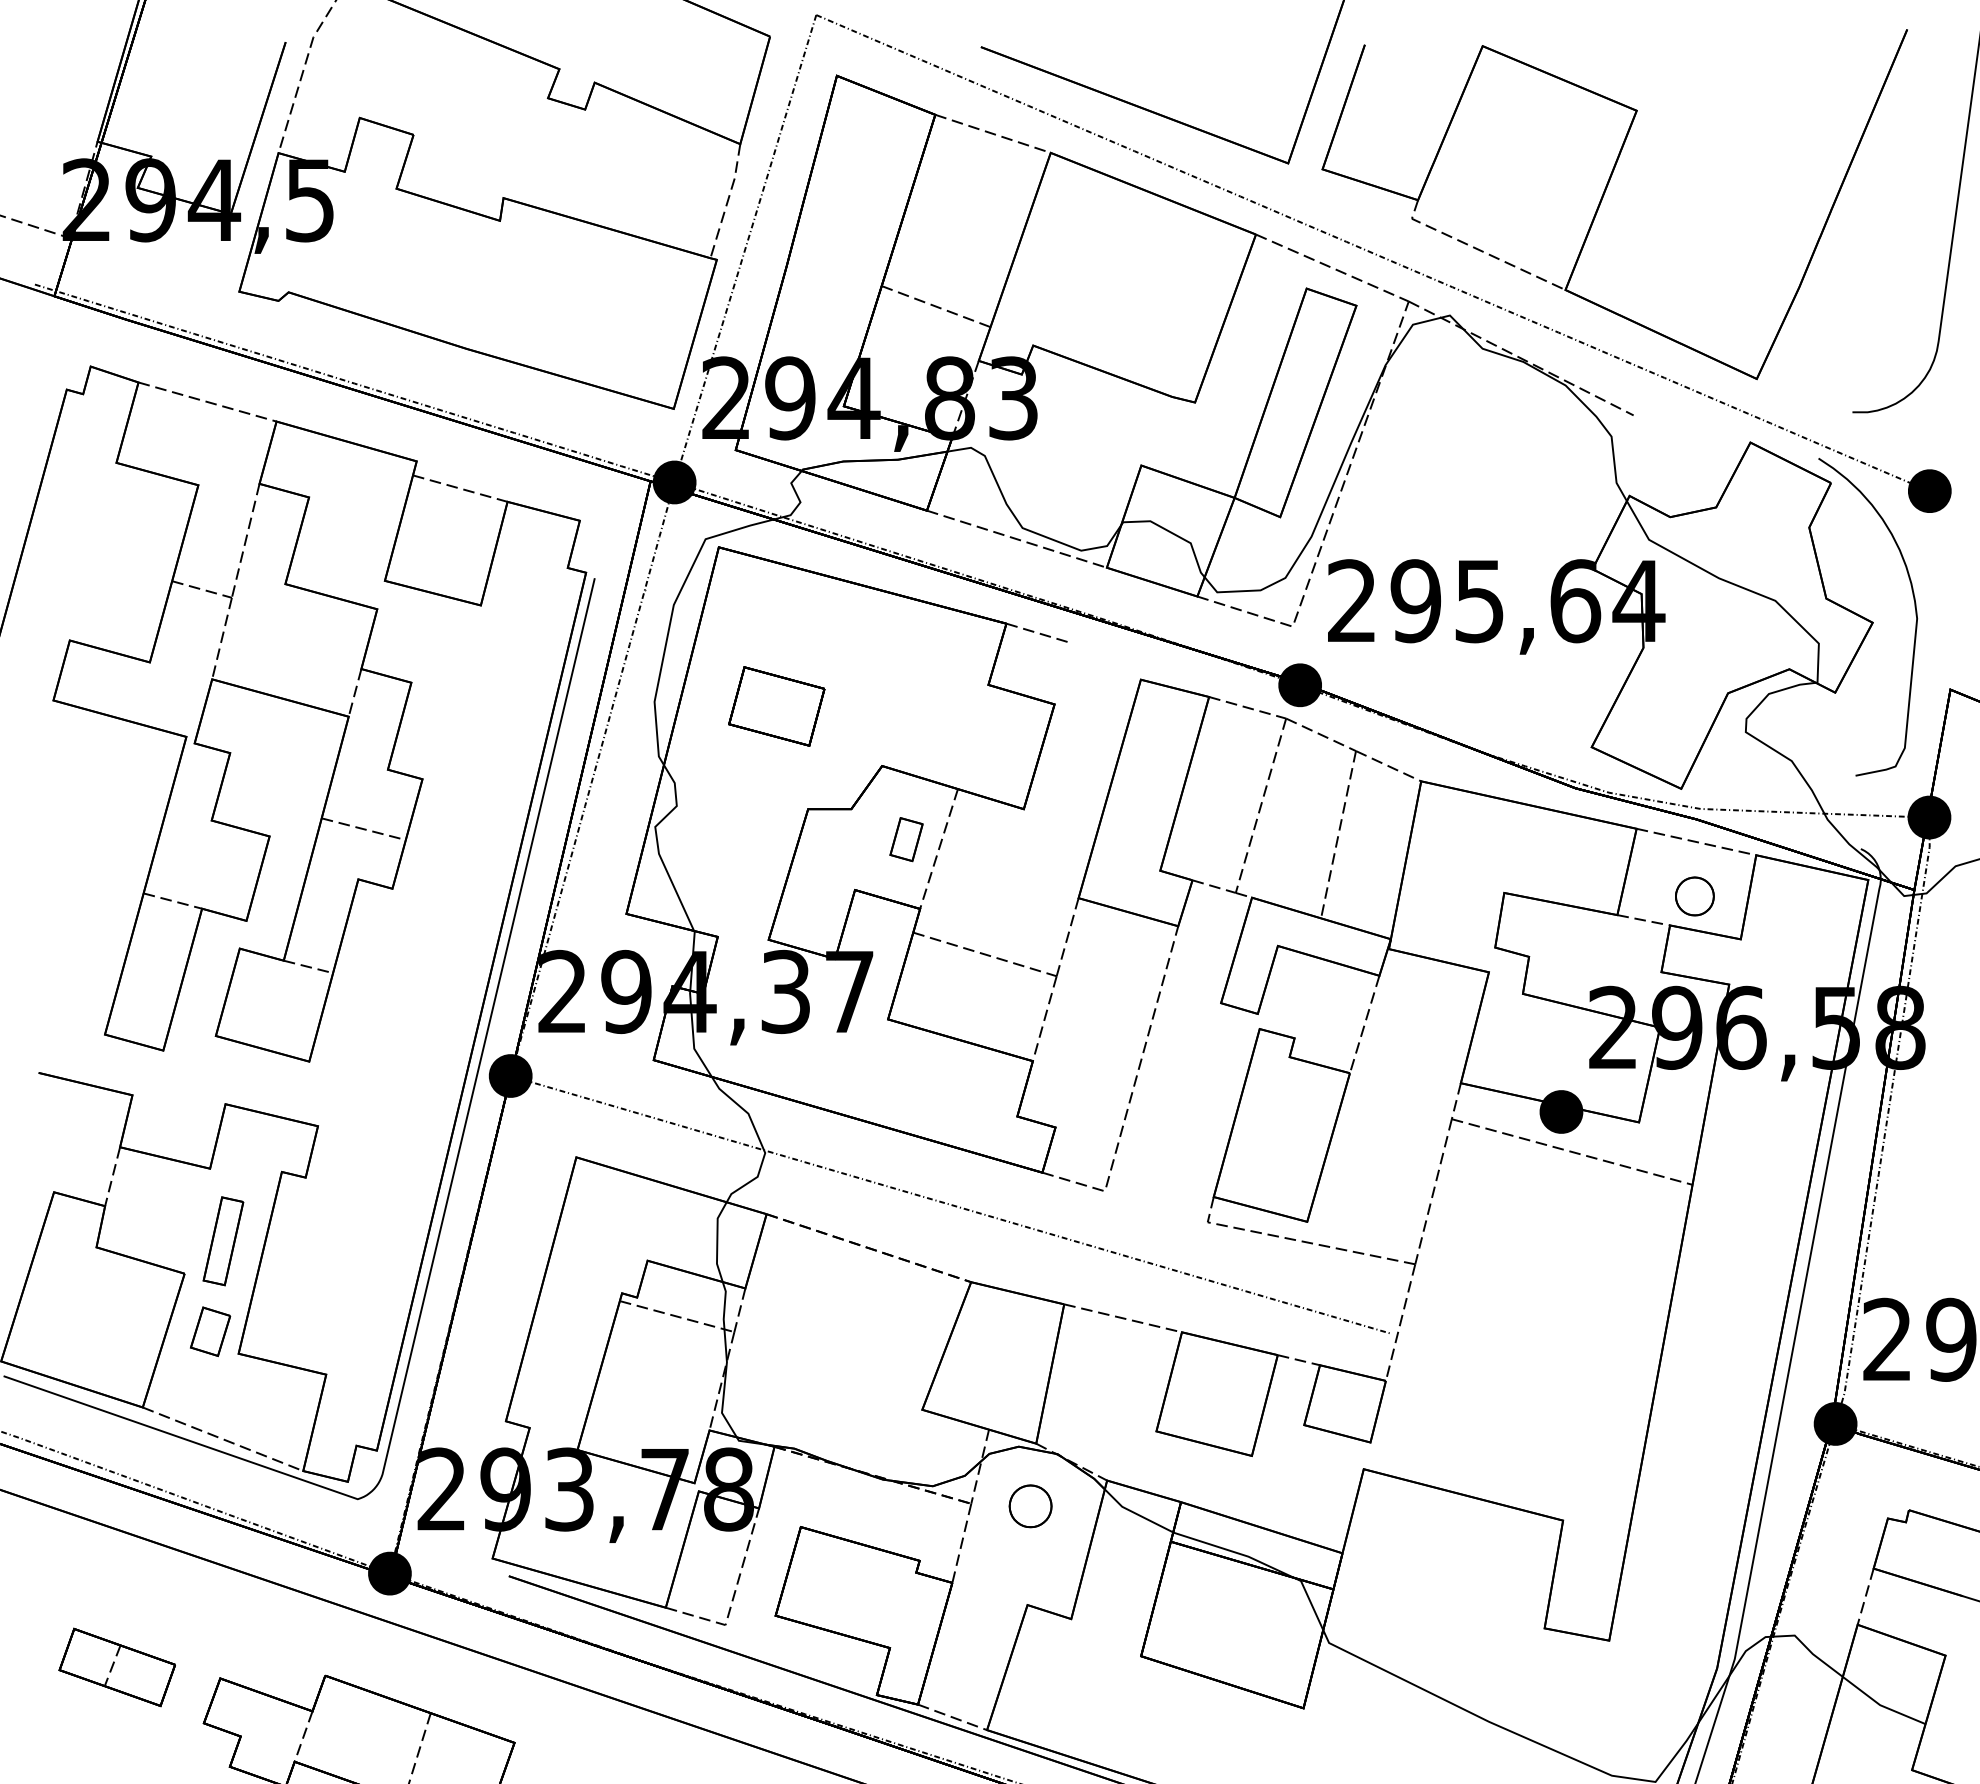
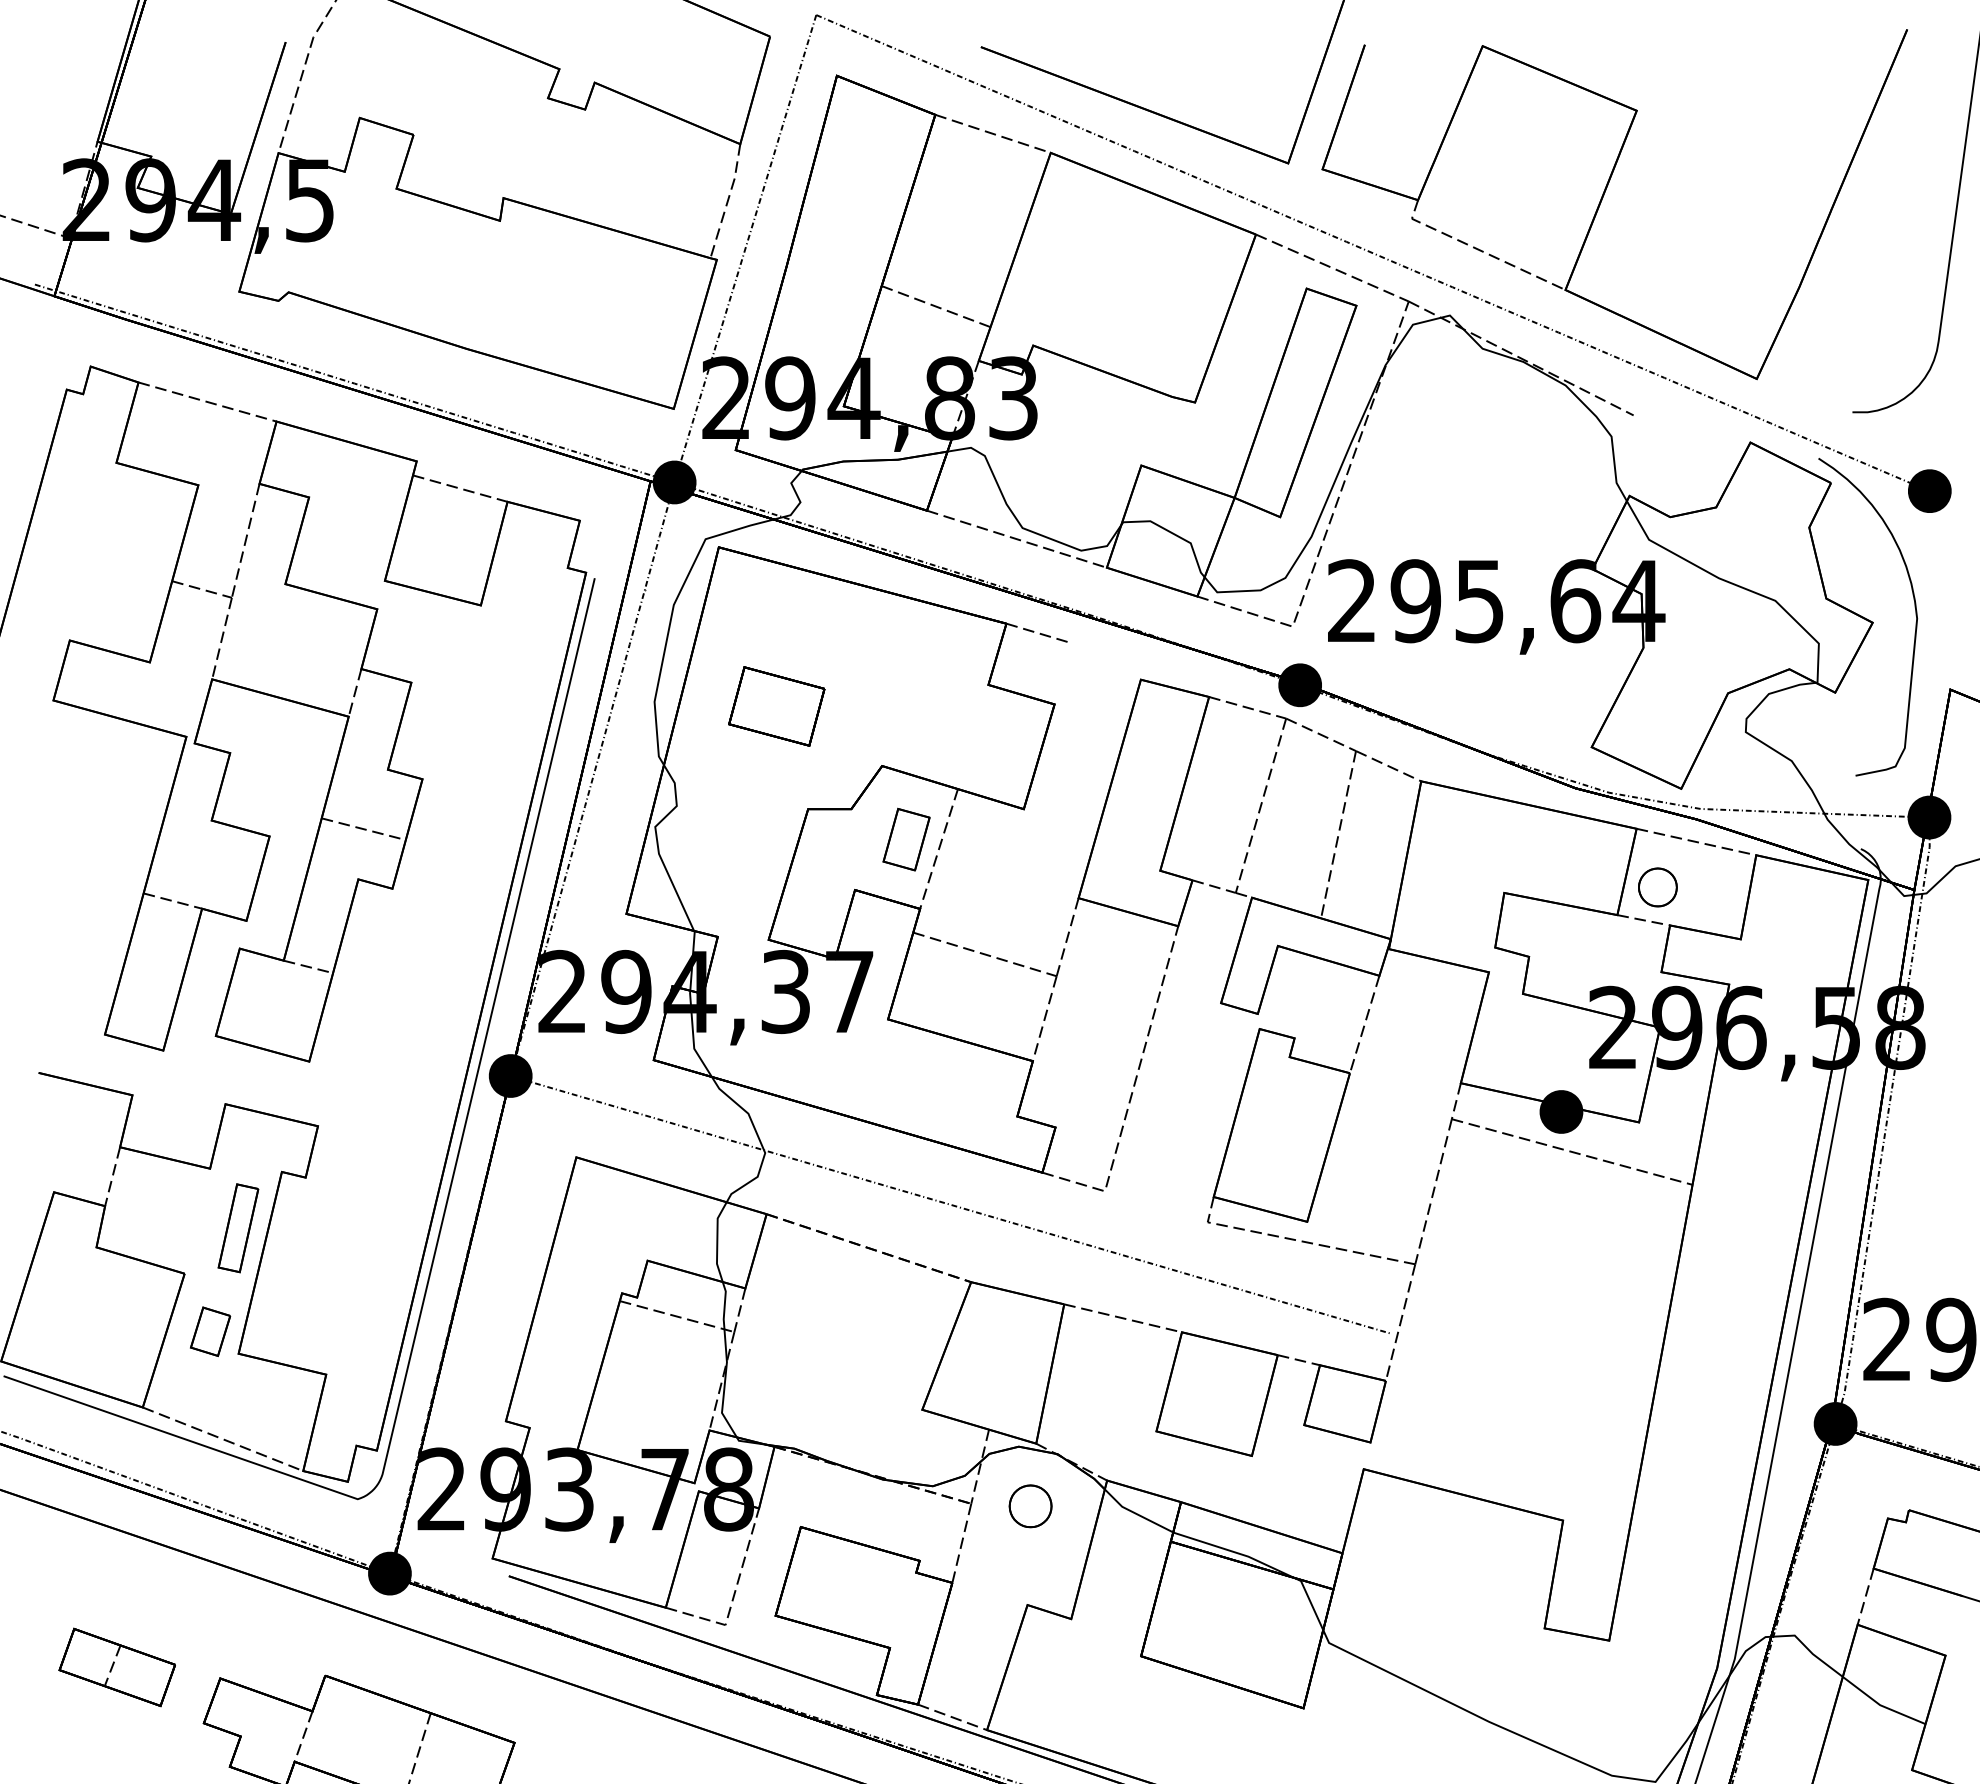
part at (906, 839) size: 35x46 px -> 49x65 px
part at (1694, 896) position: (1694, 896) -> (1657, 887)
part at (223, 1241) position: (223, 1241) -> (238, 1228)
